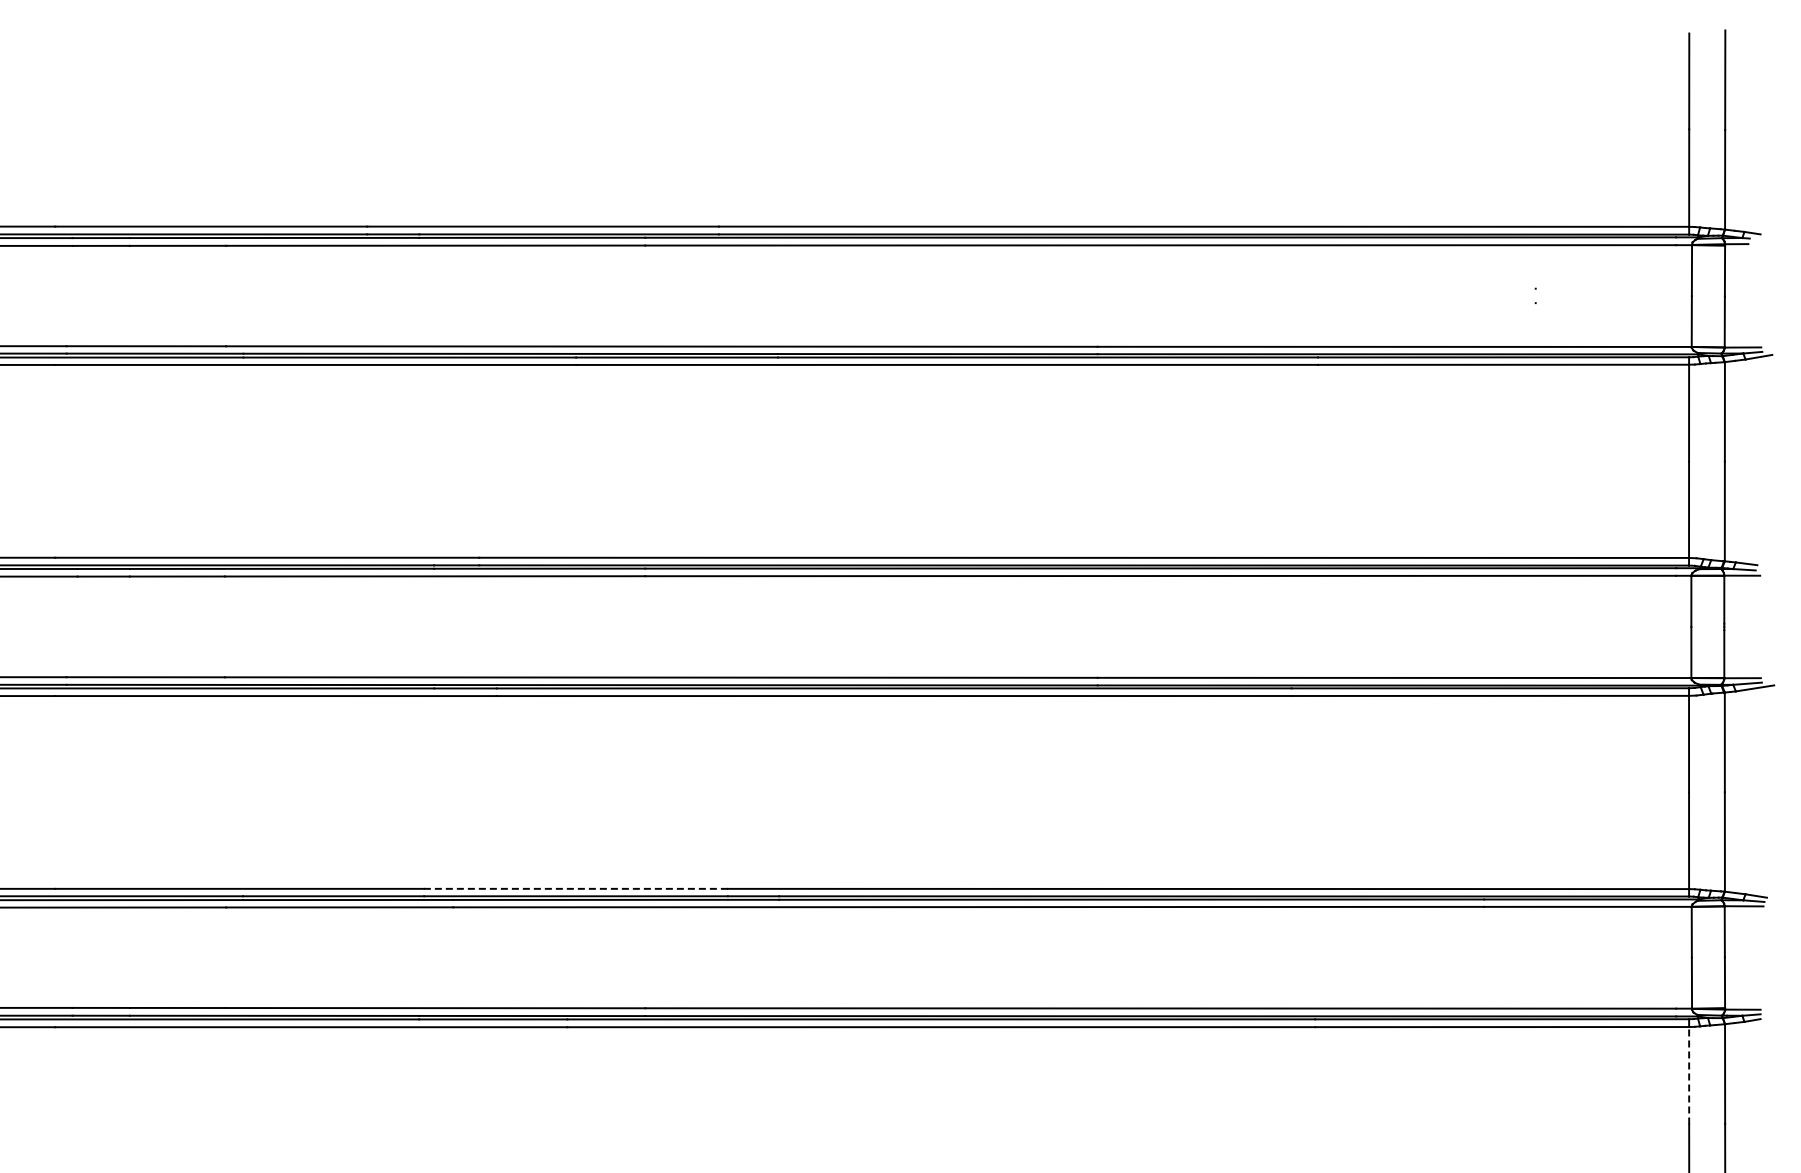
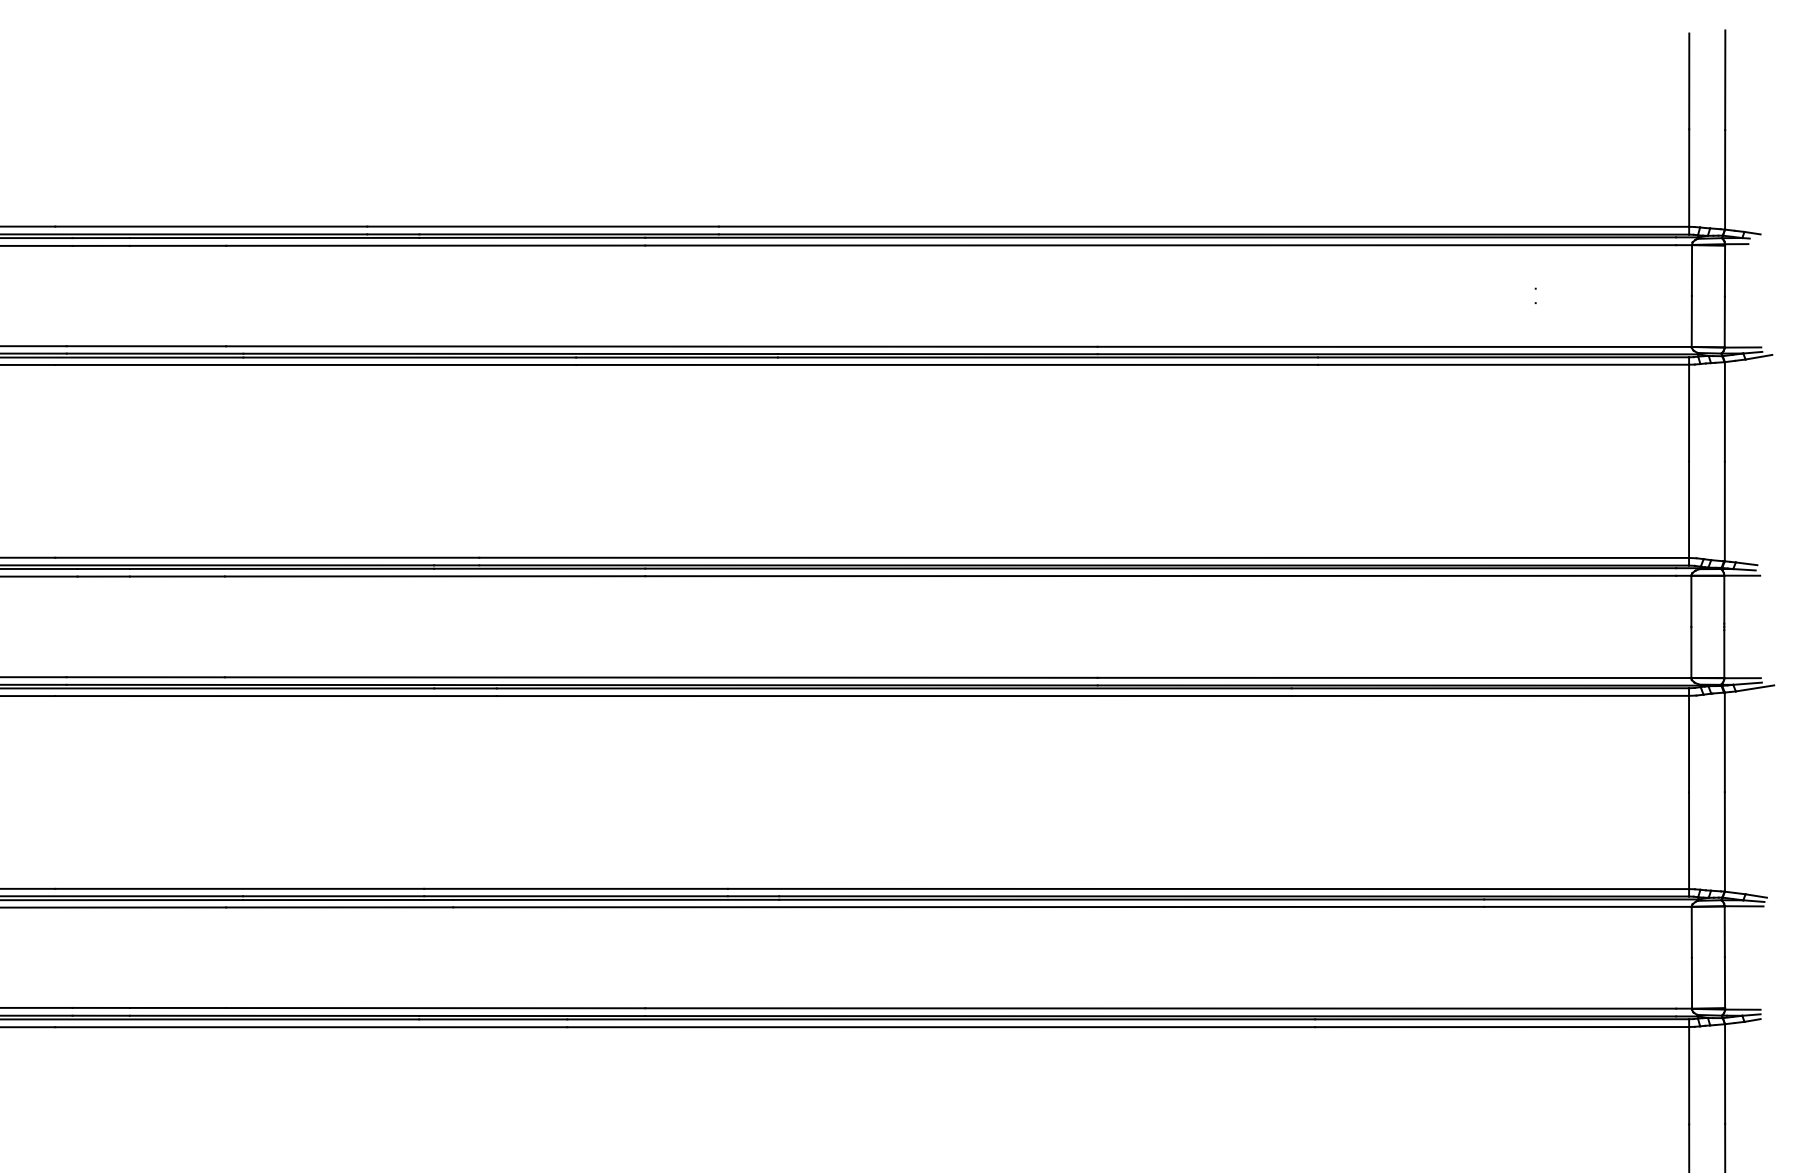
line at (576, 888): dashed -> solid
line at (1689, 1075): dashed -> solid
